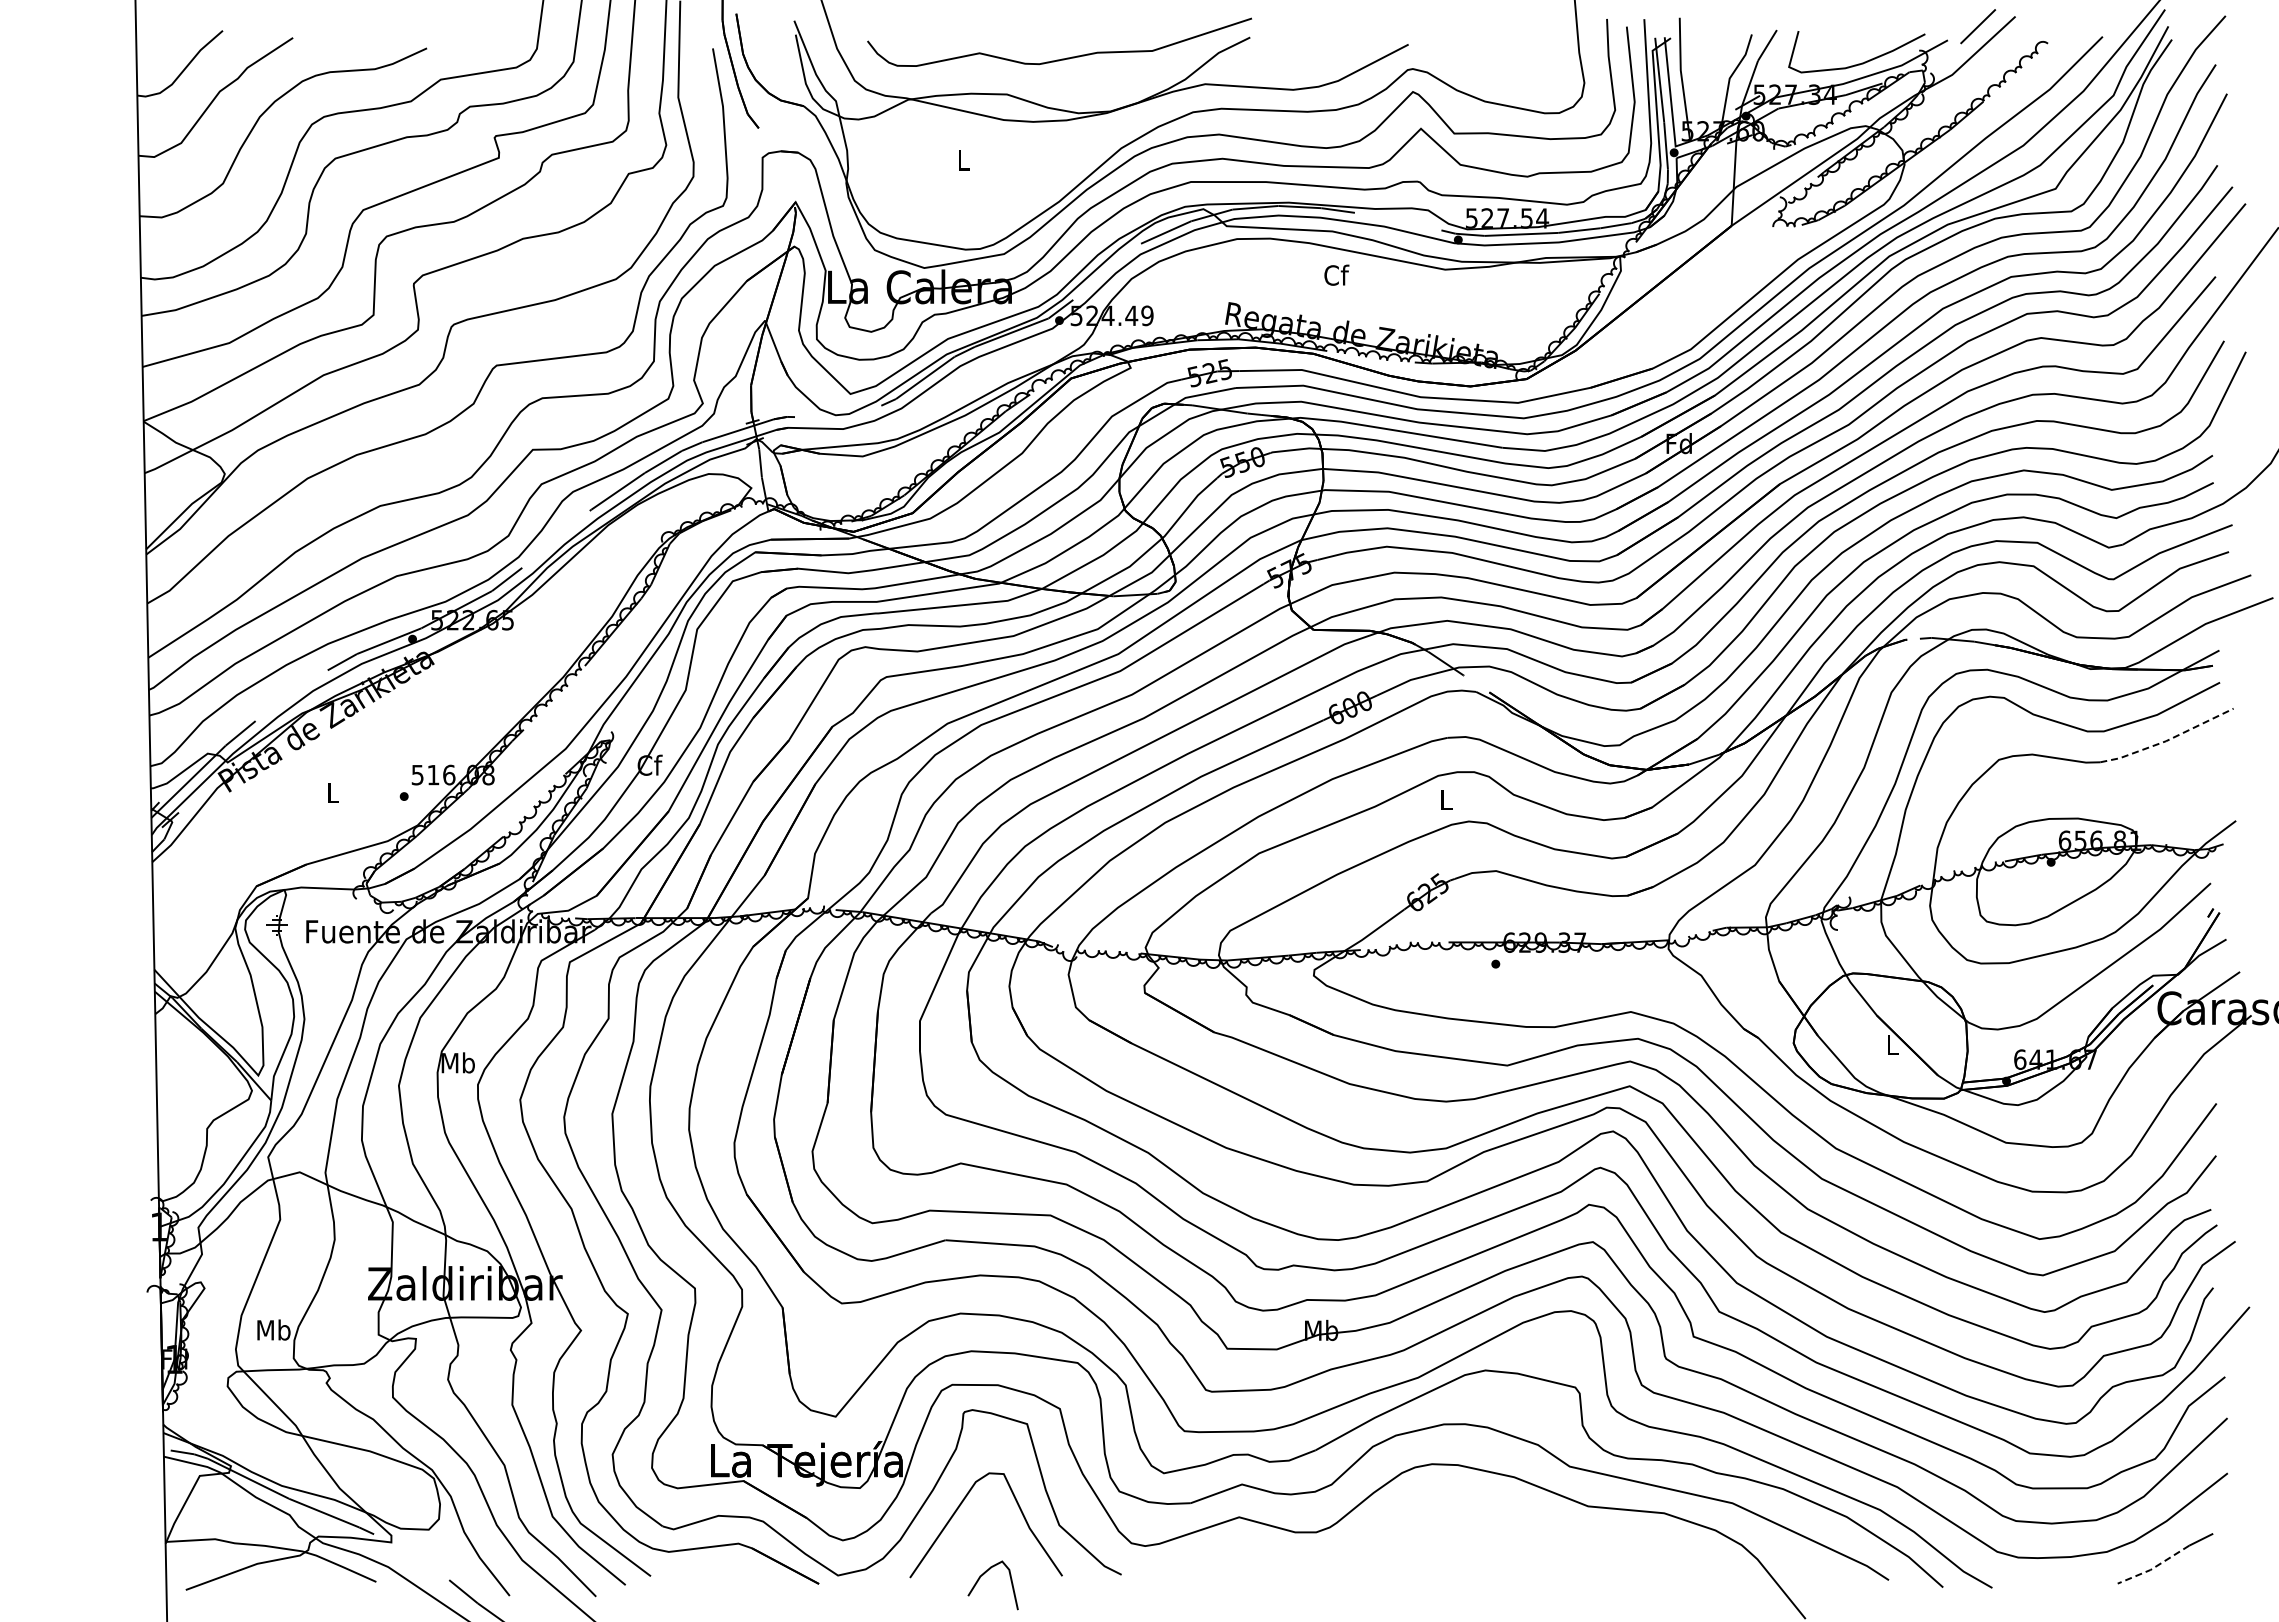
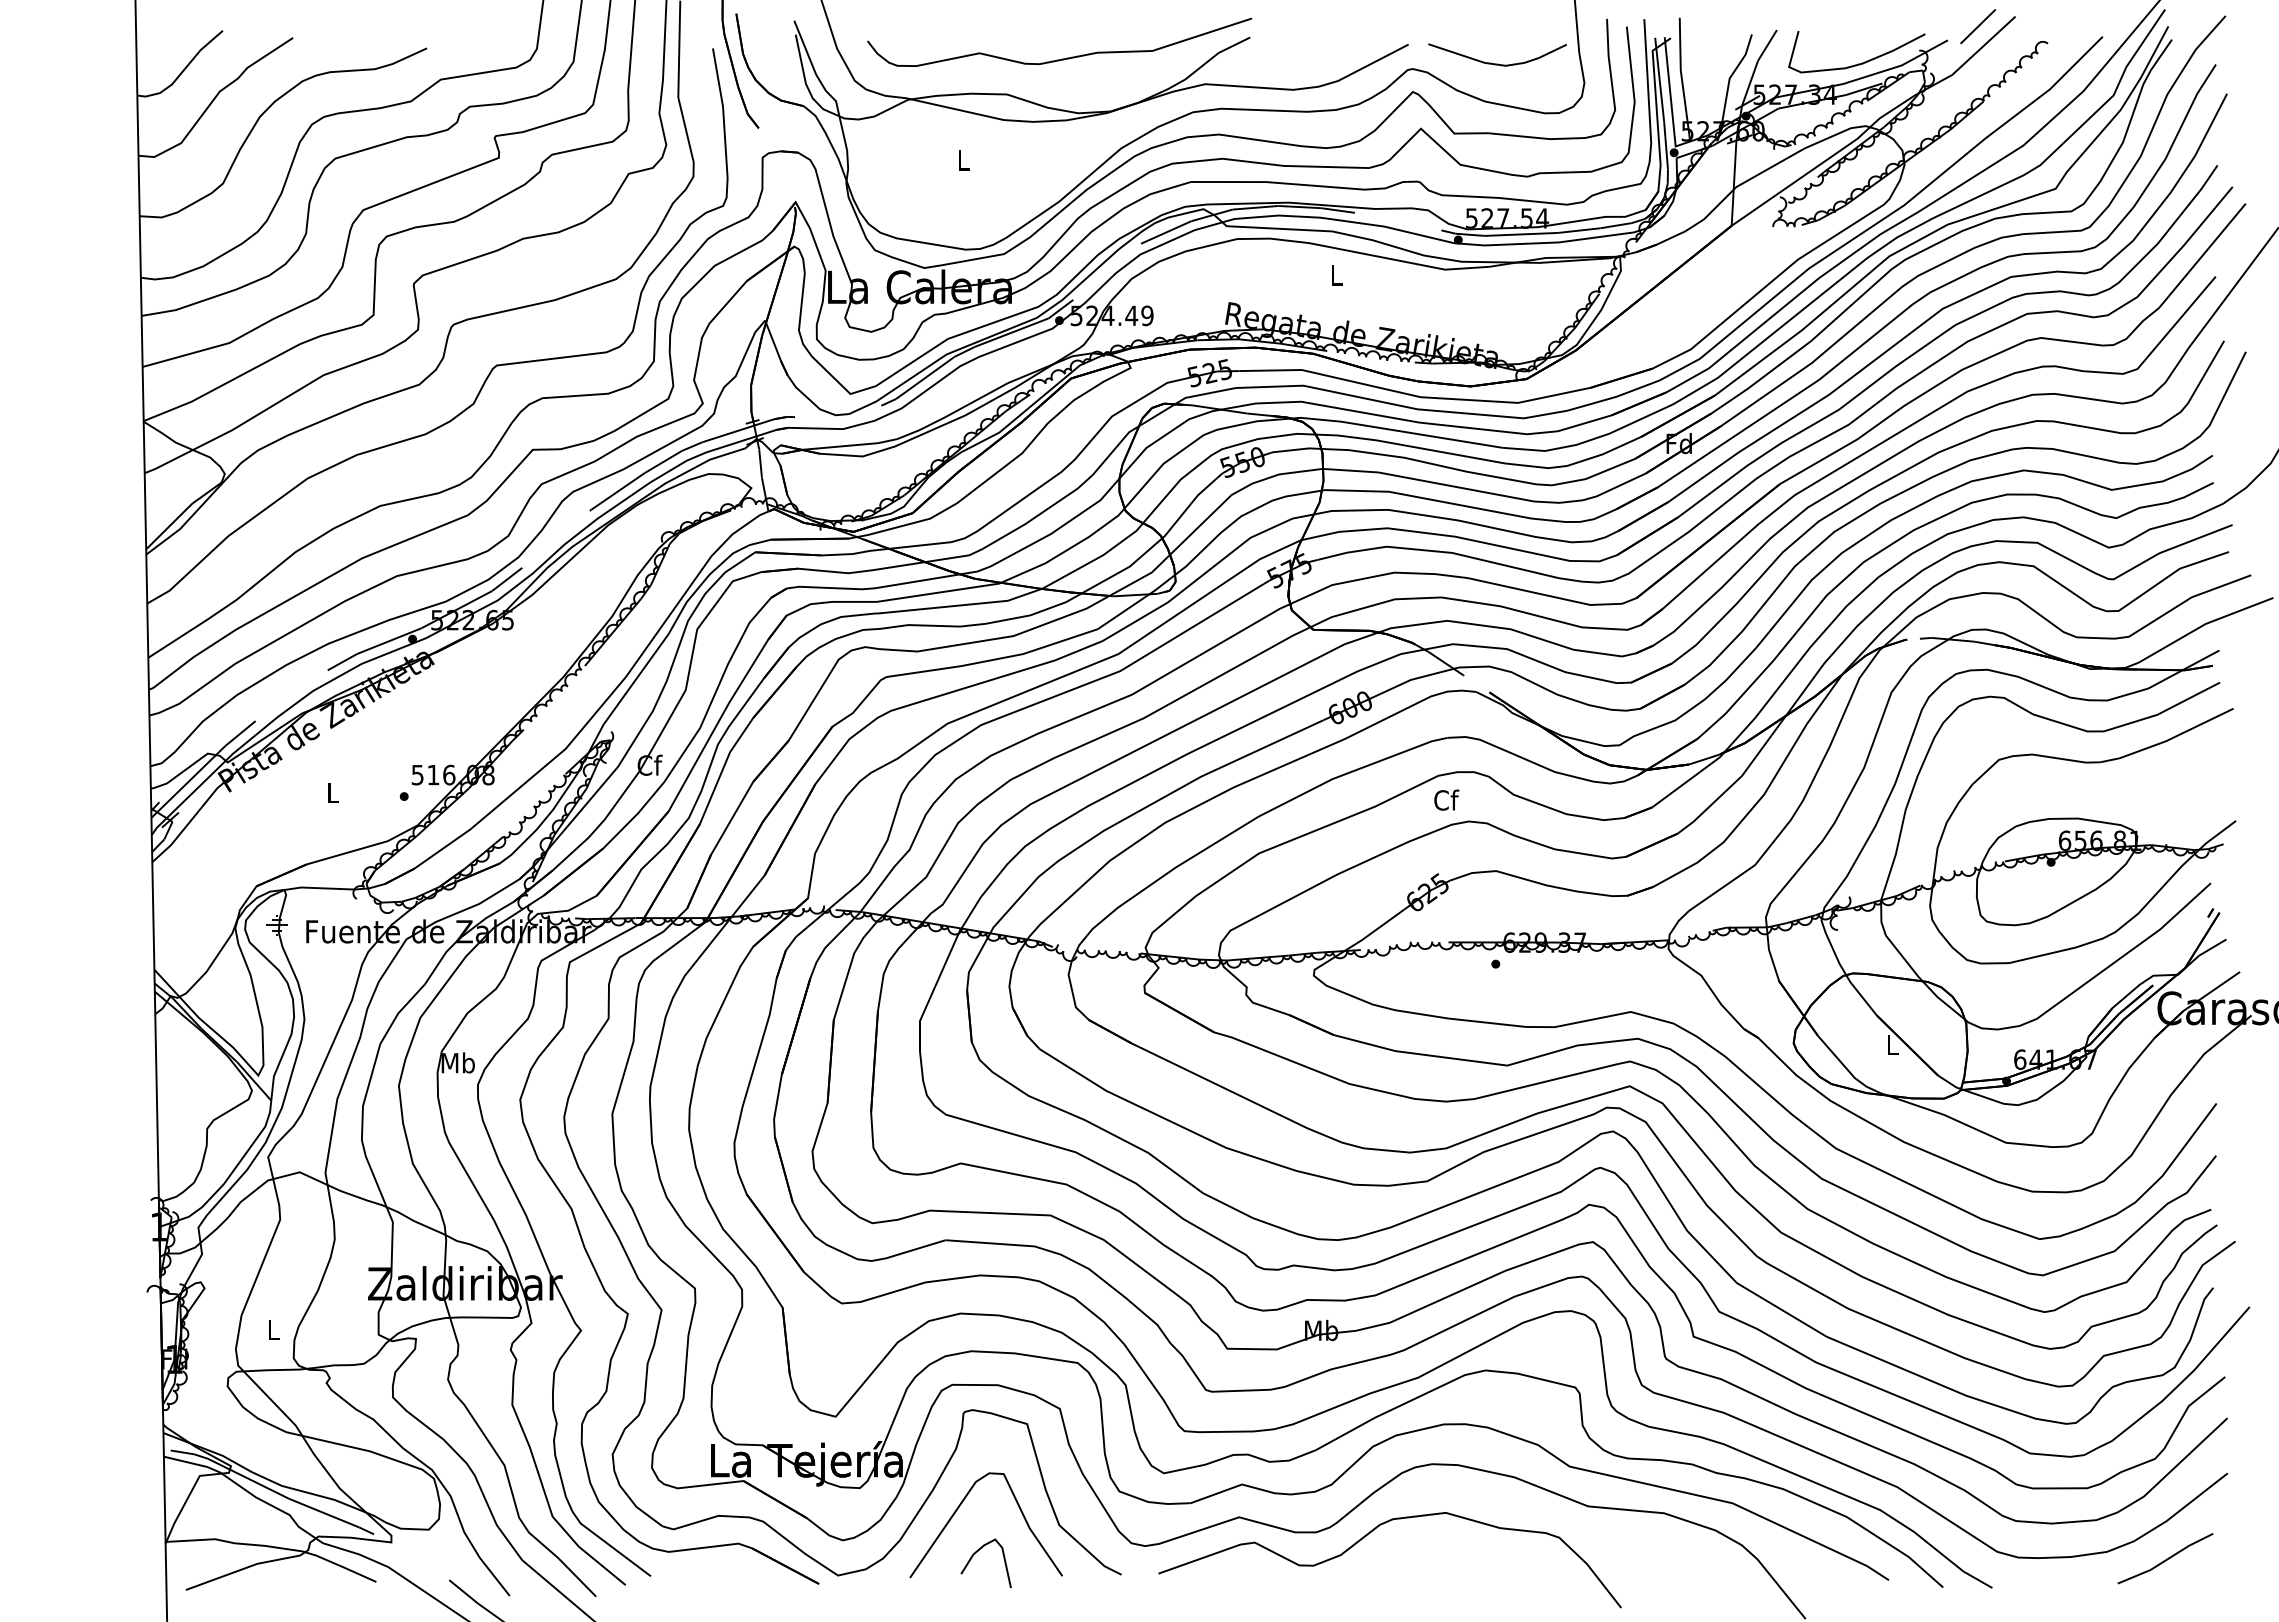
curve at (1497, 63): none -> present
text at (1336, 274): Cf -> L
line at (2167, 740): dashed -> solid
text at (1446, 799): L -> Cf
text at (273, 1329): Mb -> L
curve at (1369, 1534): none -> present
line at (2153, 1567): dashed -> solid
curve at (983, 1575) position: (983, 1575) -> (976, 1553)
